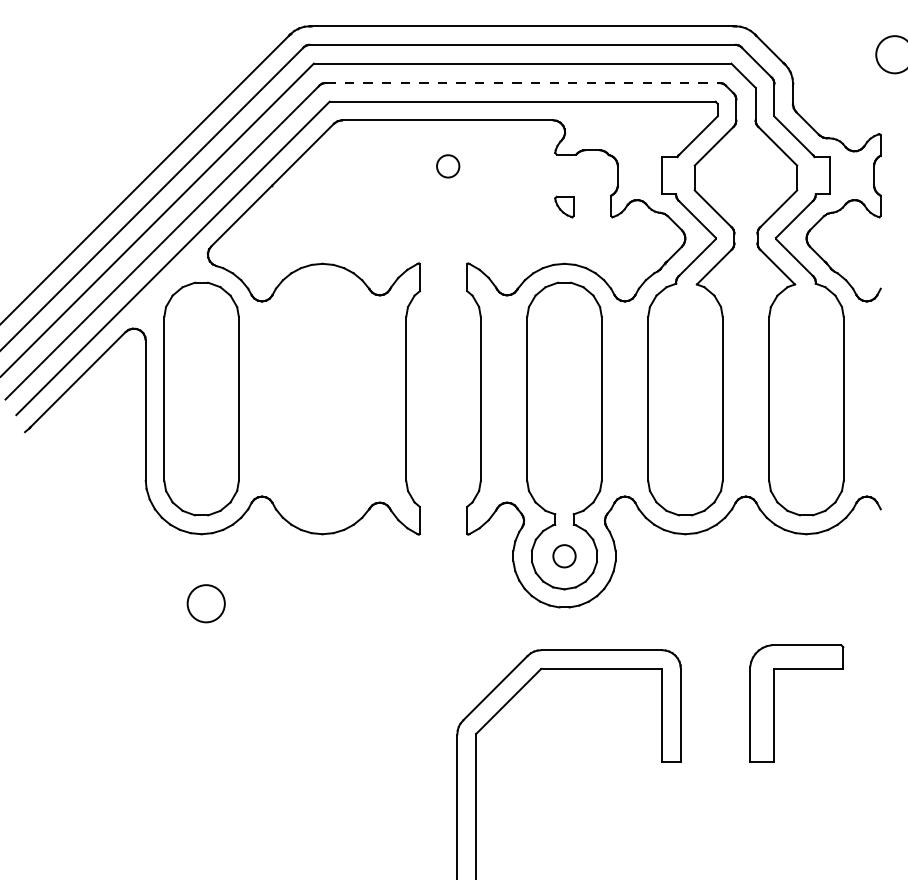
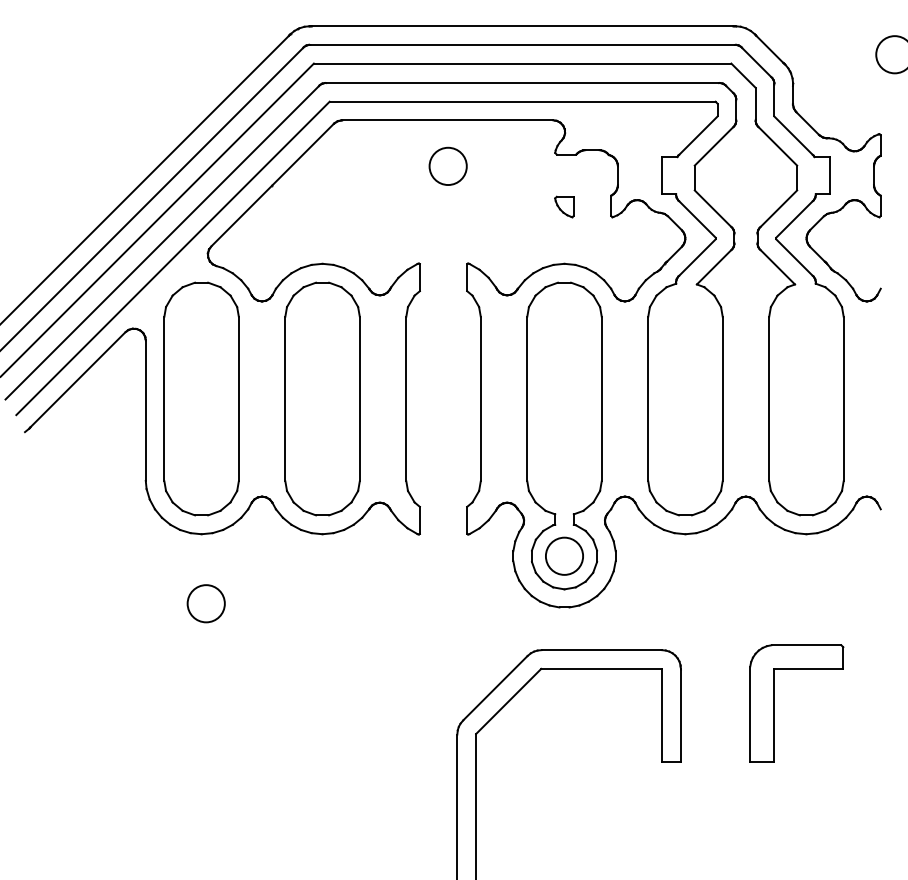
line at (523, 83): dashed -> solid
circle at (448, 166) diameter: 22 px -> 37 px
part at (322, 398): none -> present
circle at (564, 556) diameter: 22 px -> 37 px
